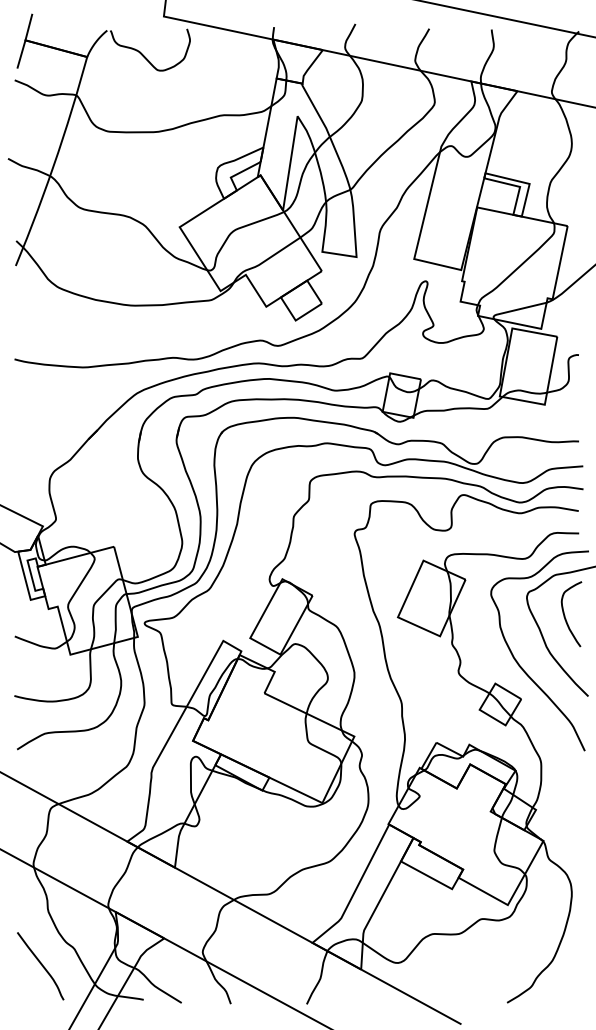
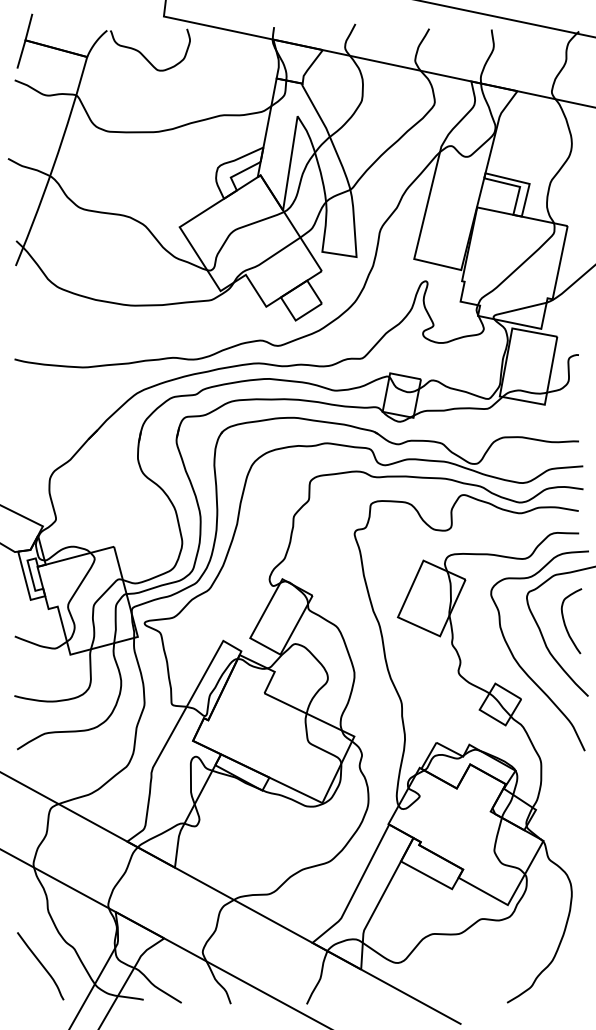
curve at (565, 615) position: (565, 615) -> (565, 622)
